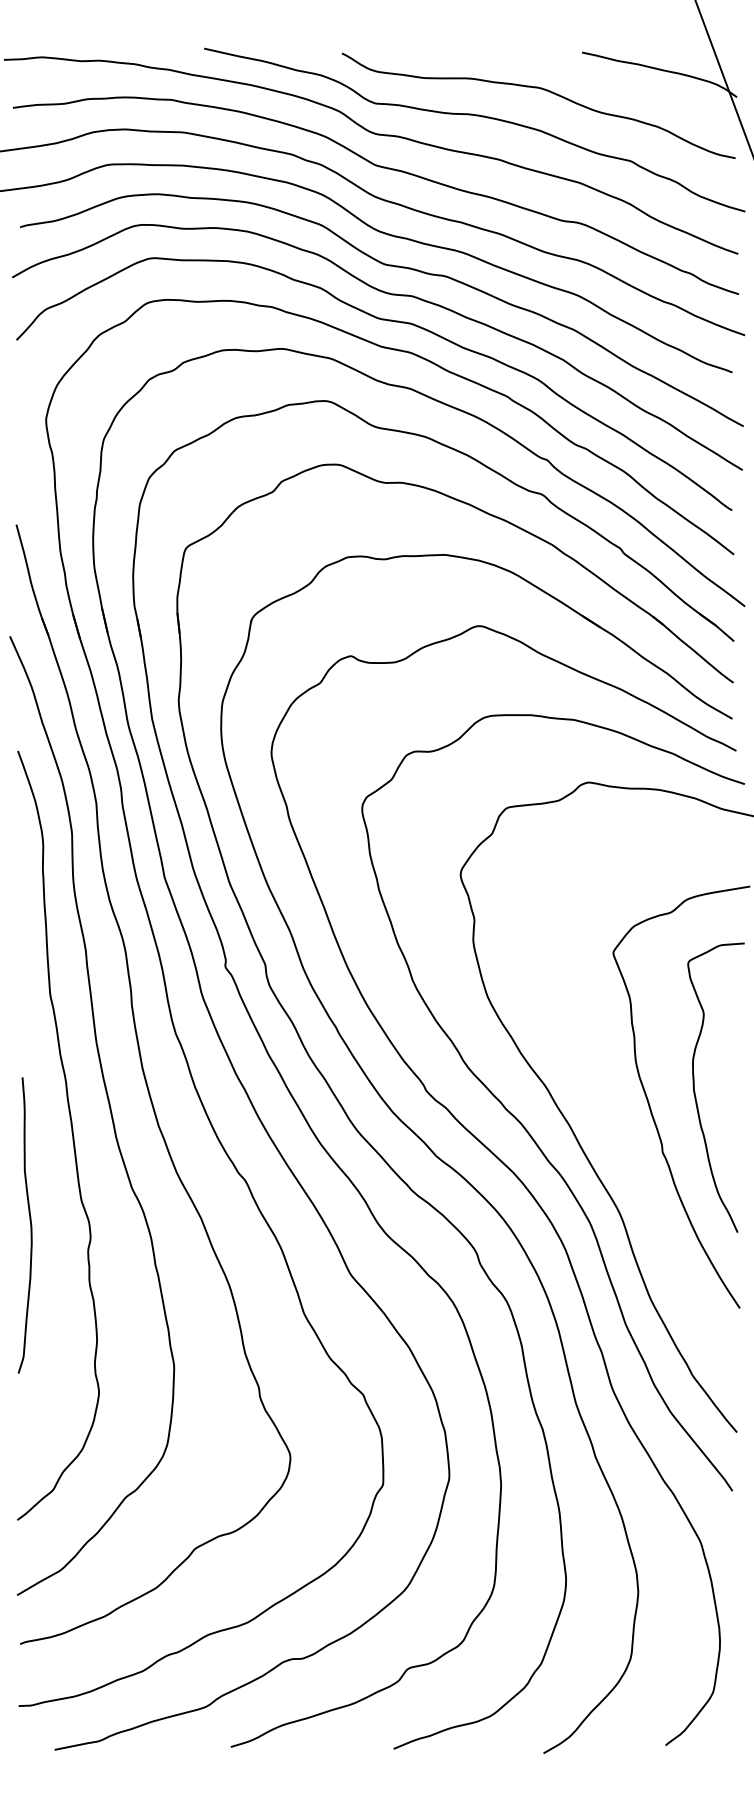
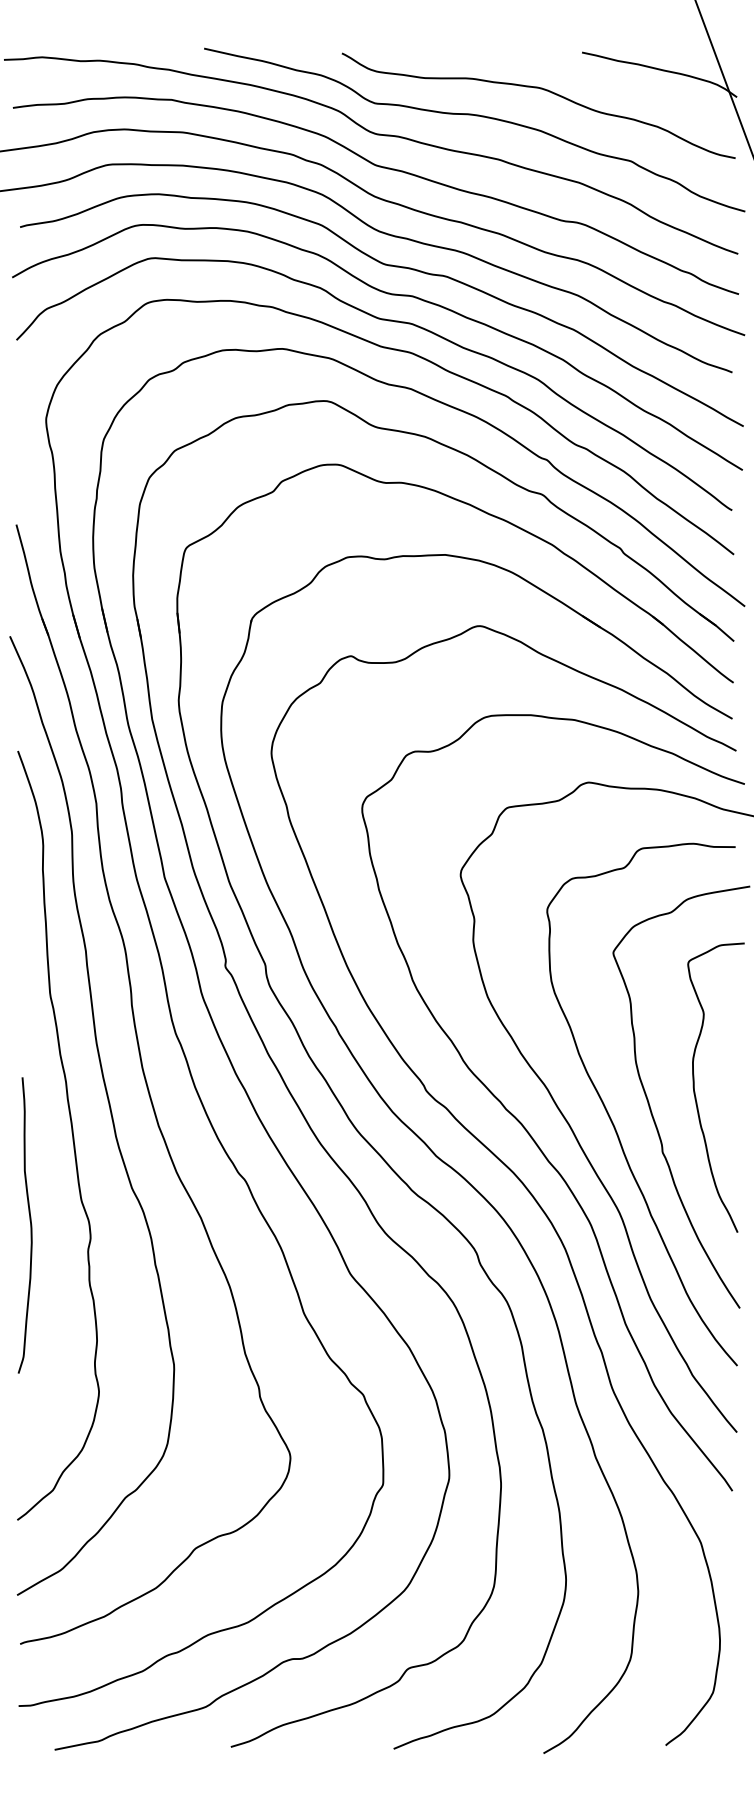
curve at (611, 1118): none -> present
